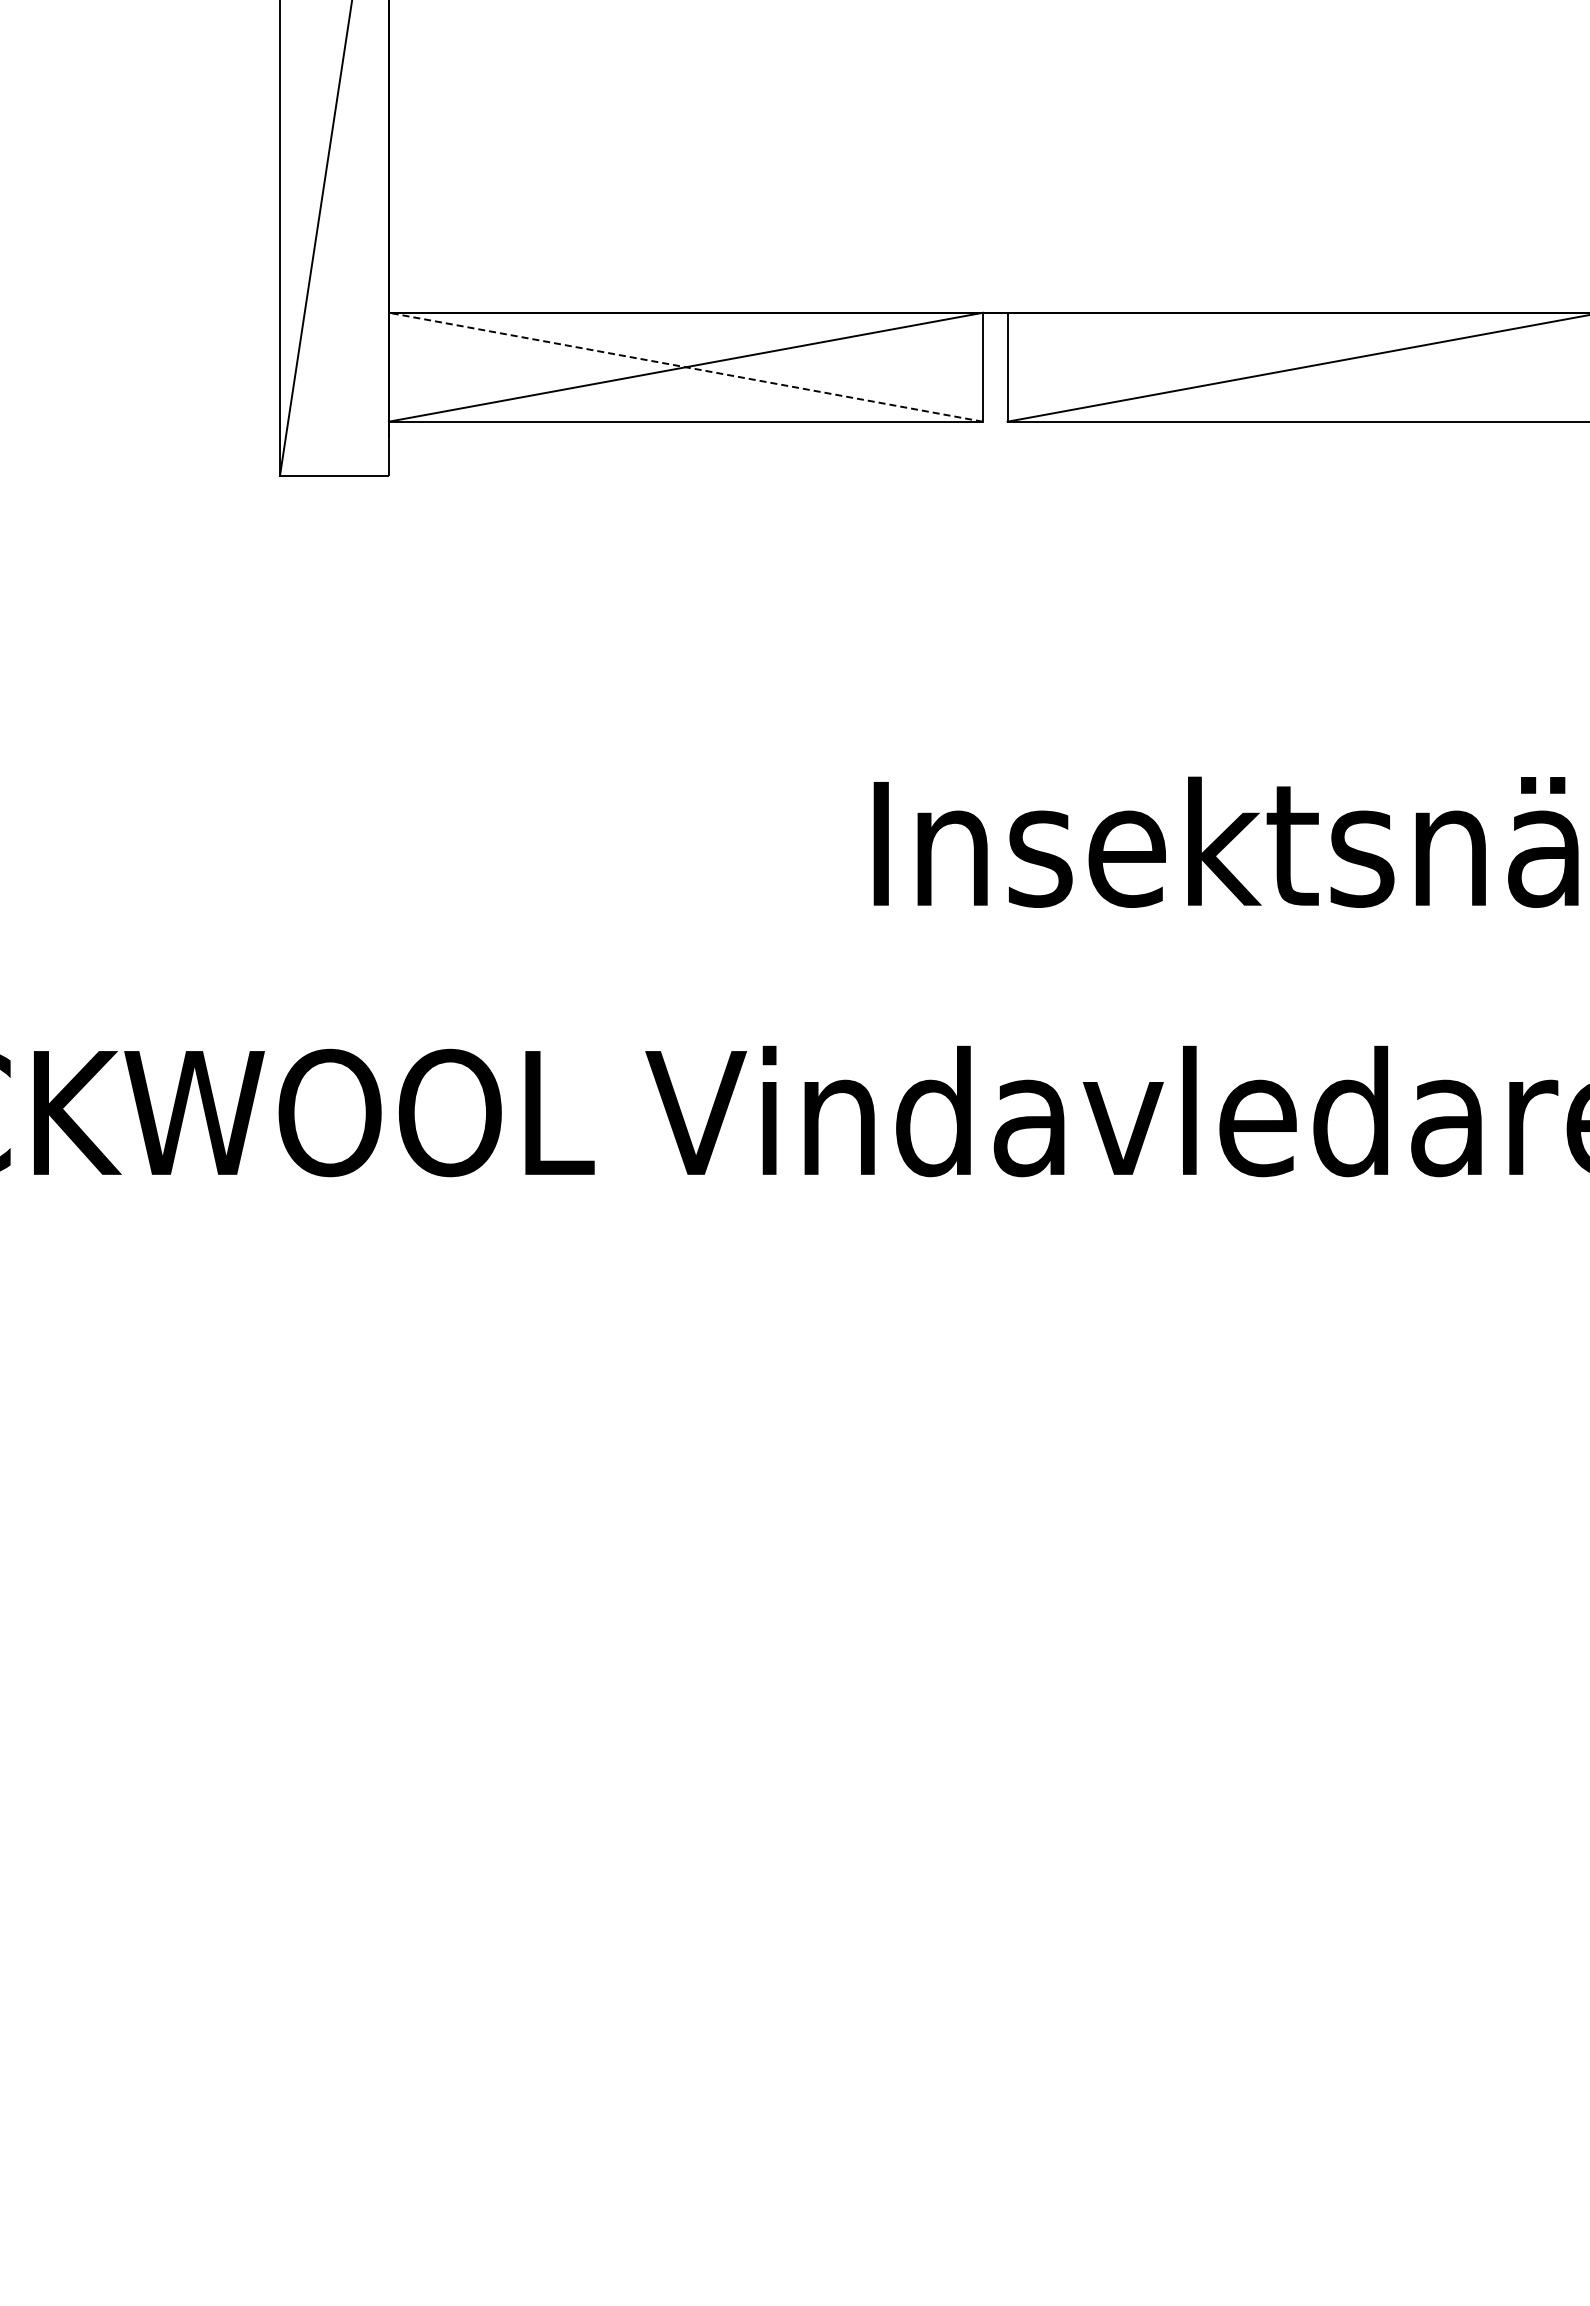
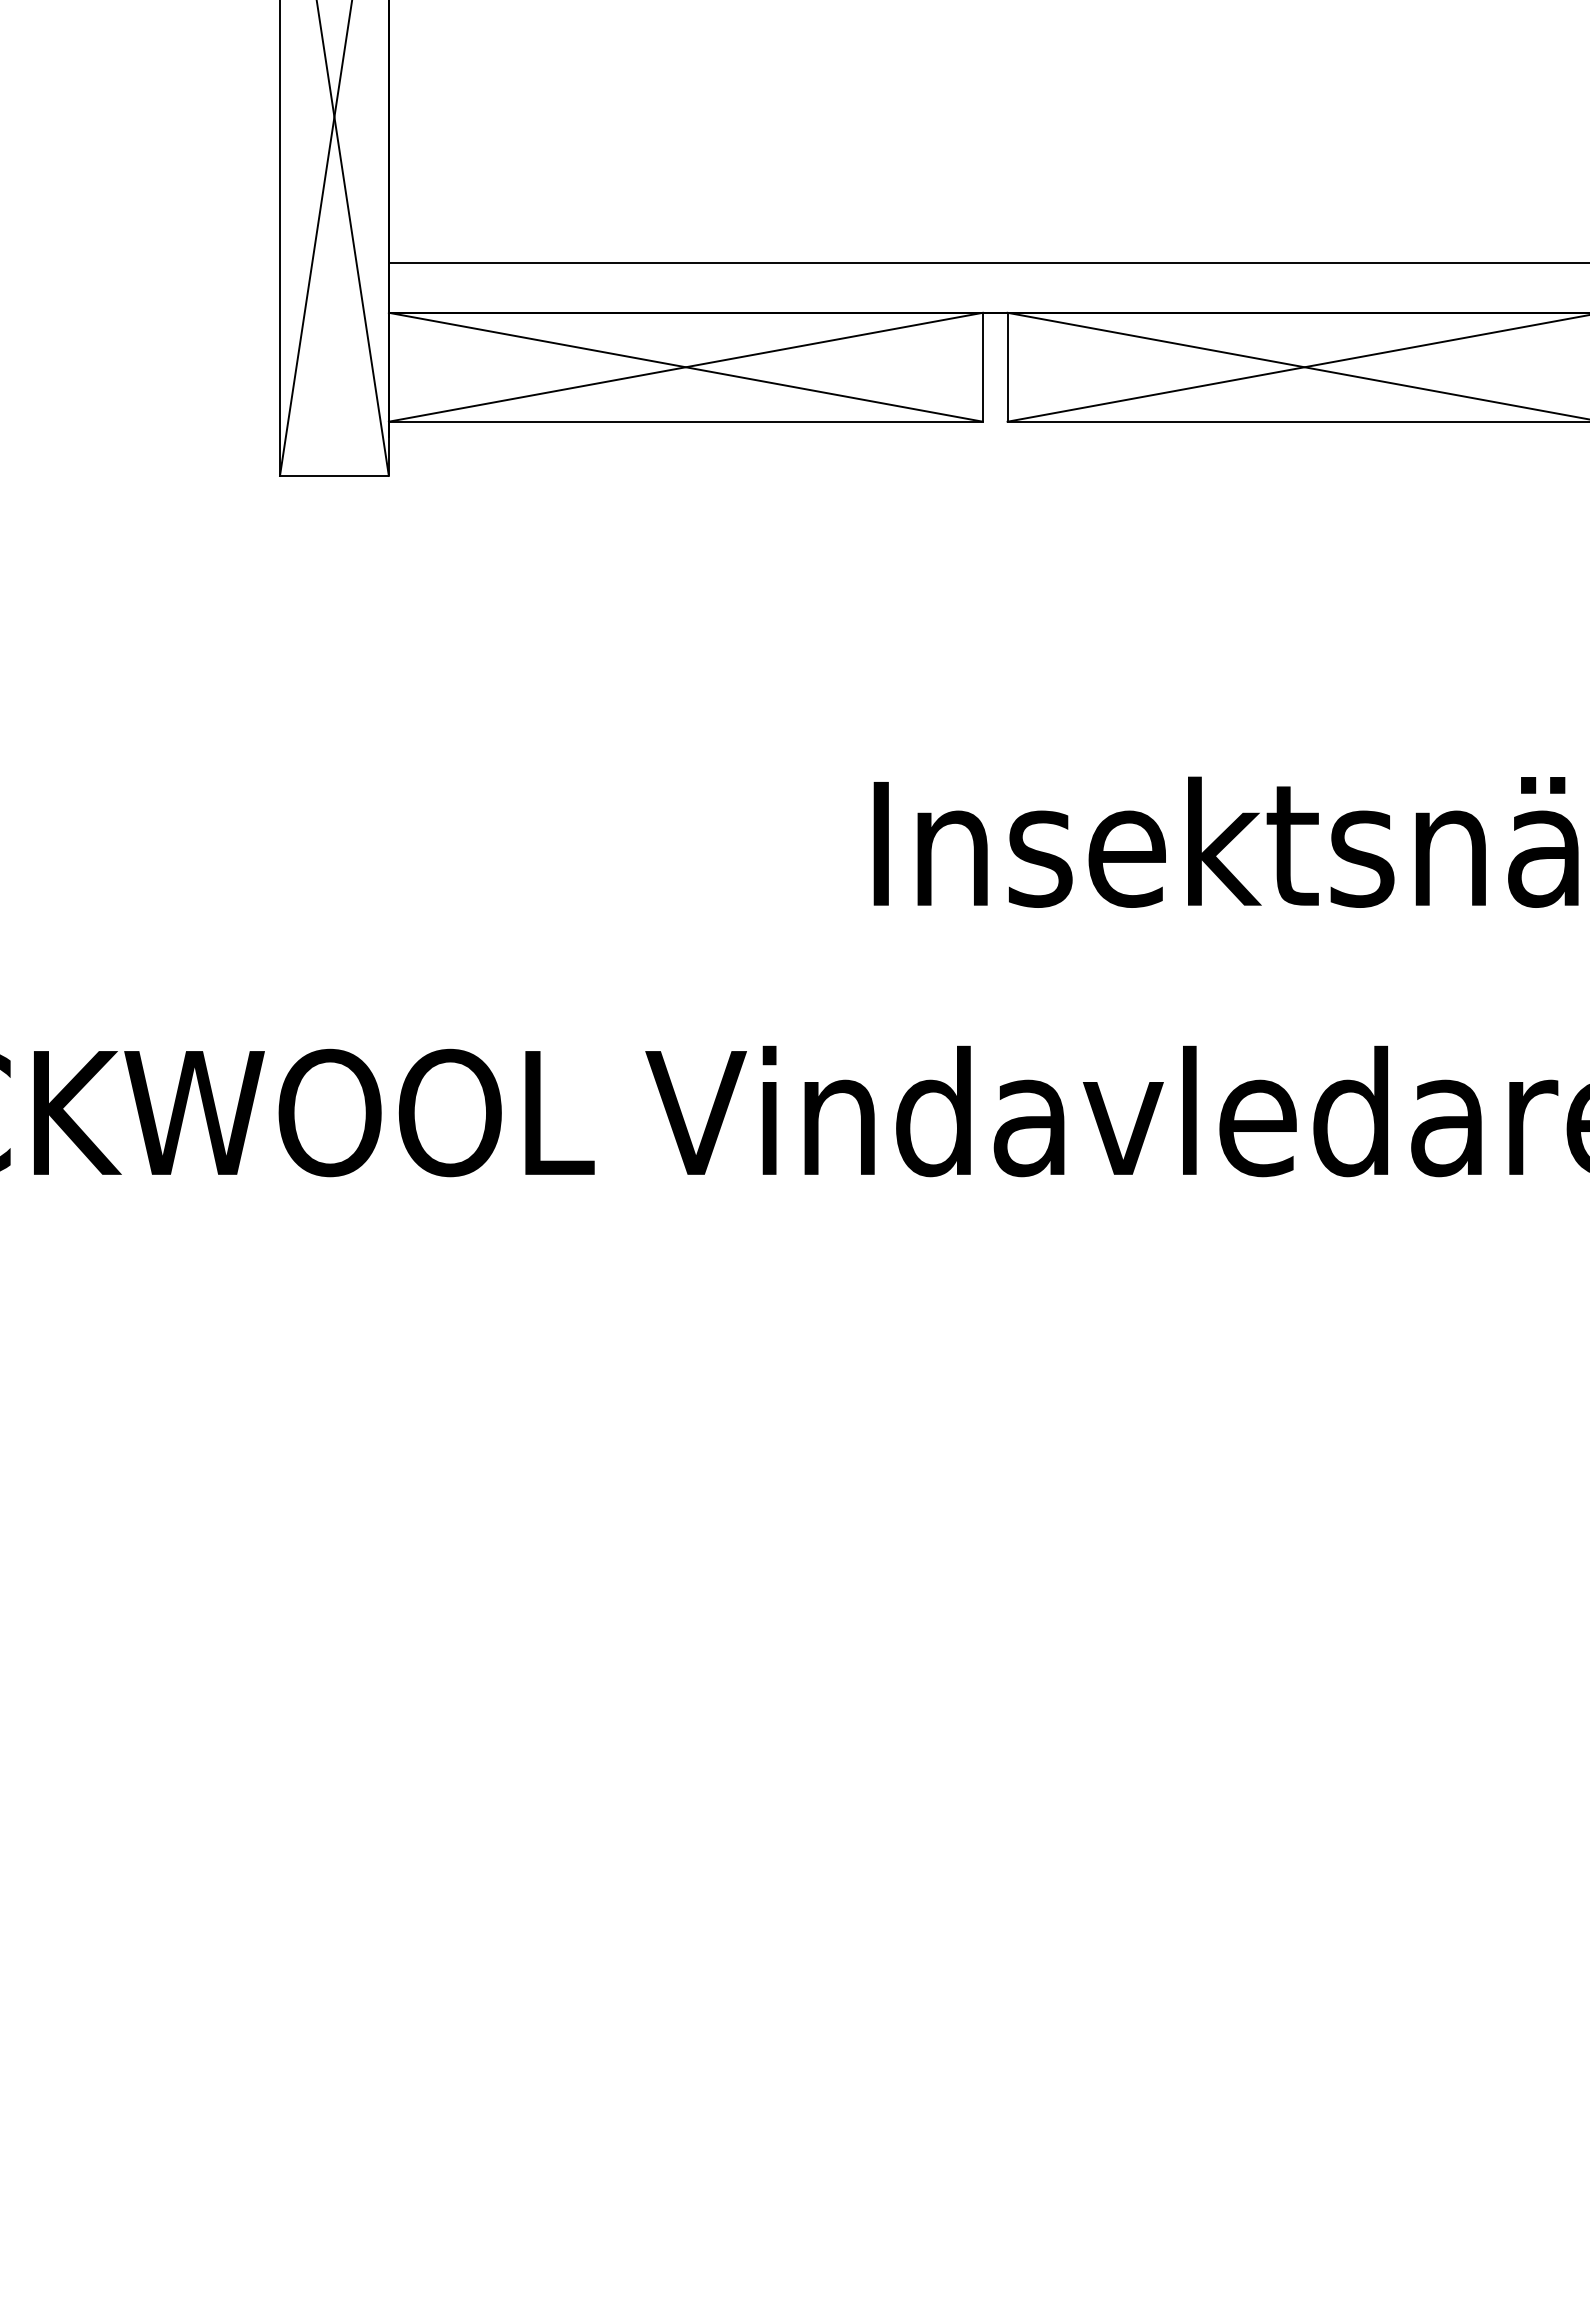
line at (352, 238): none -> present
line at (987, 263): none -> present
line at (1296, 365): none -> present
line at (685, 367): dashed -> solid
